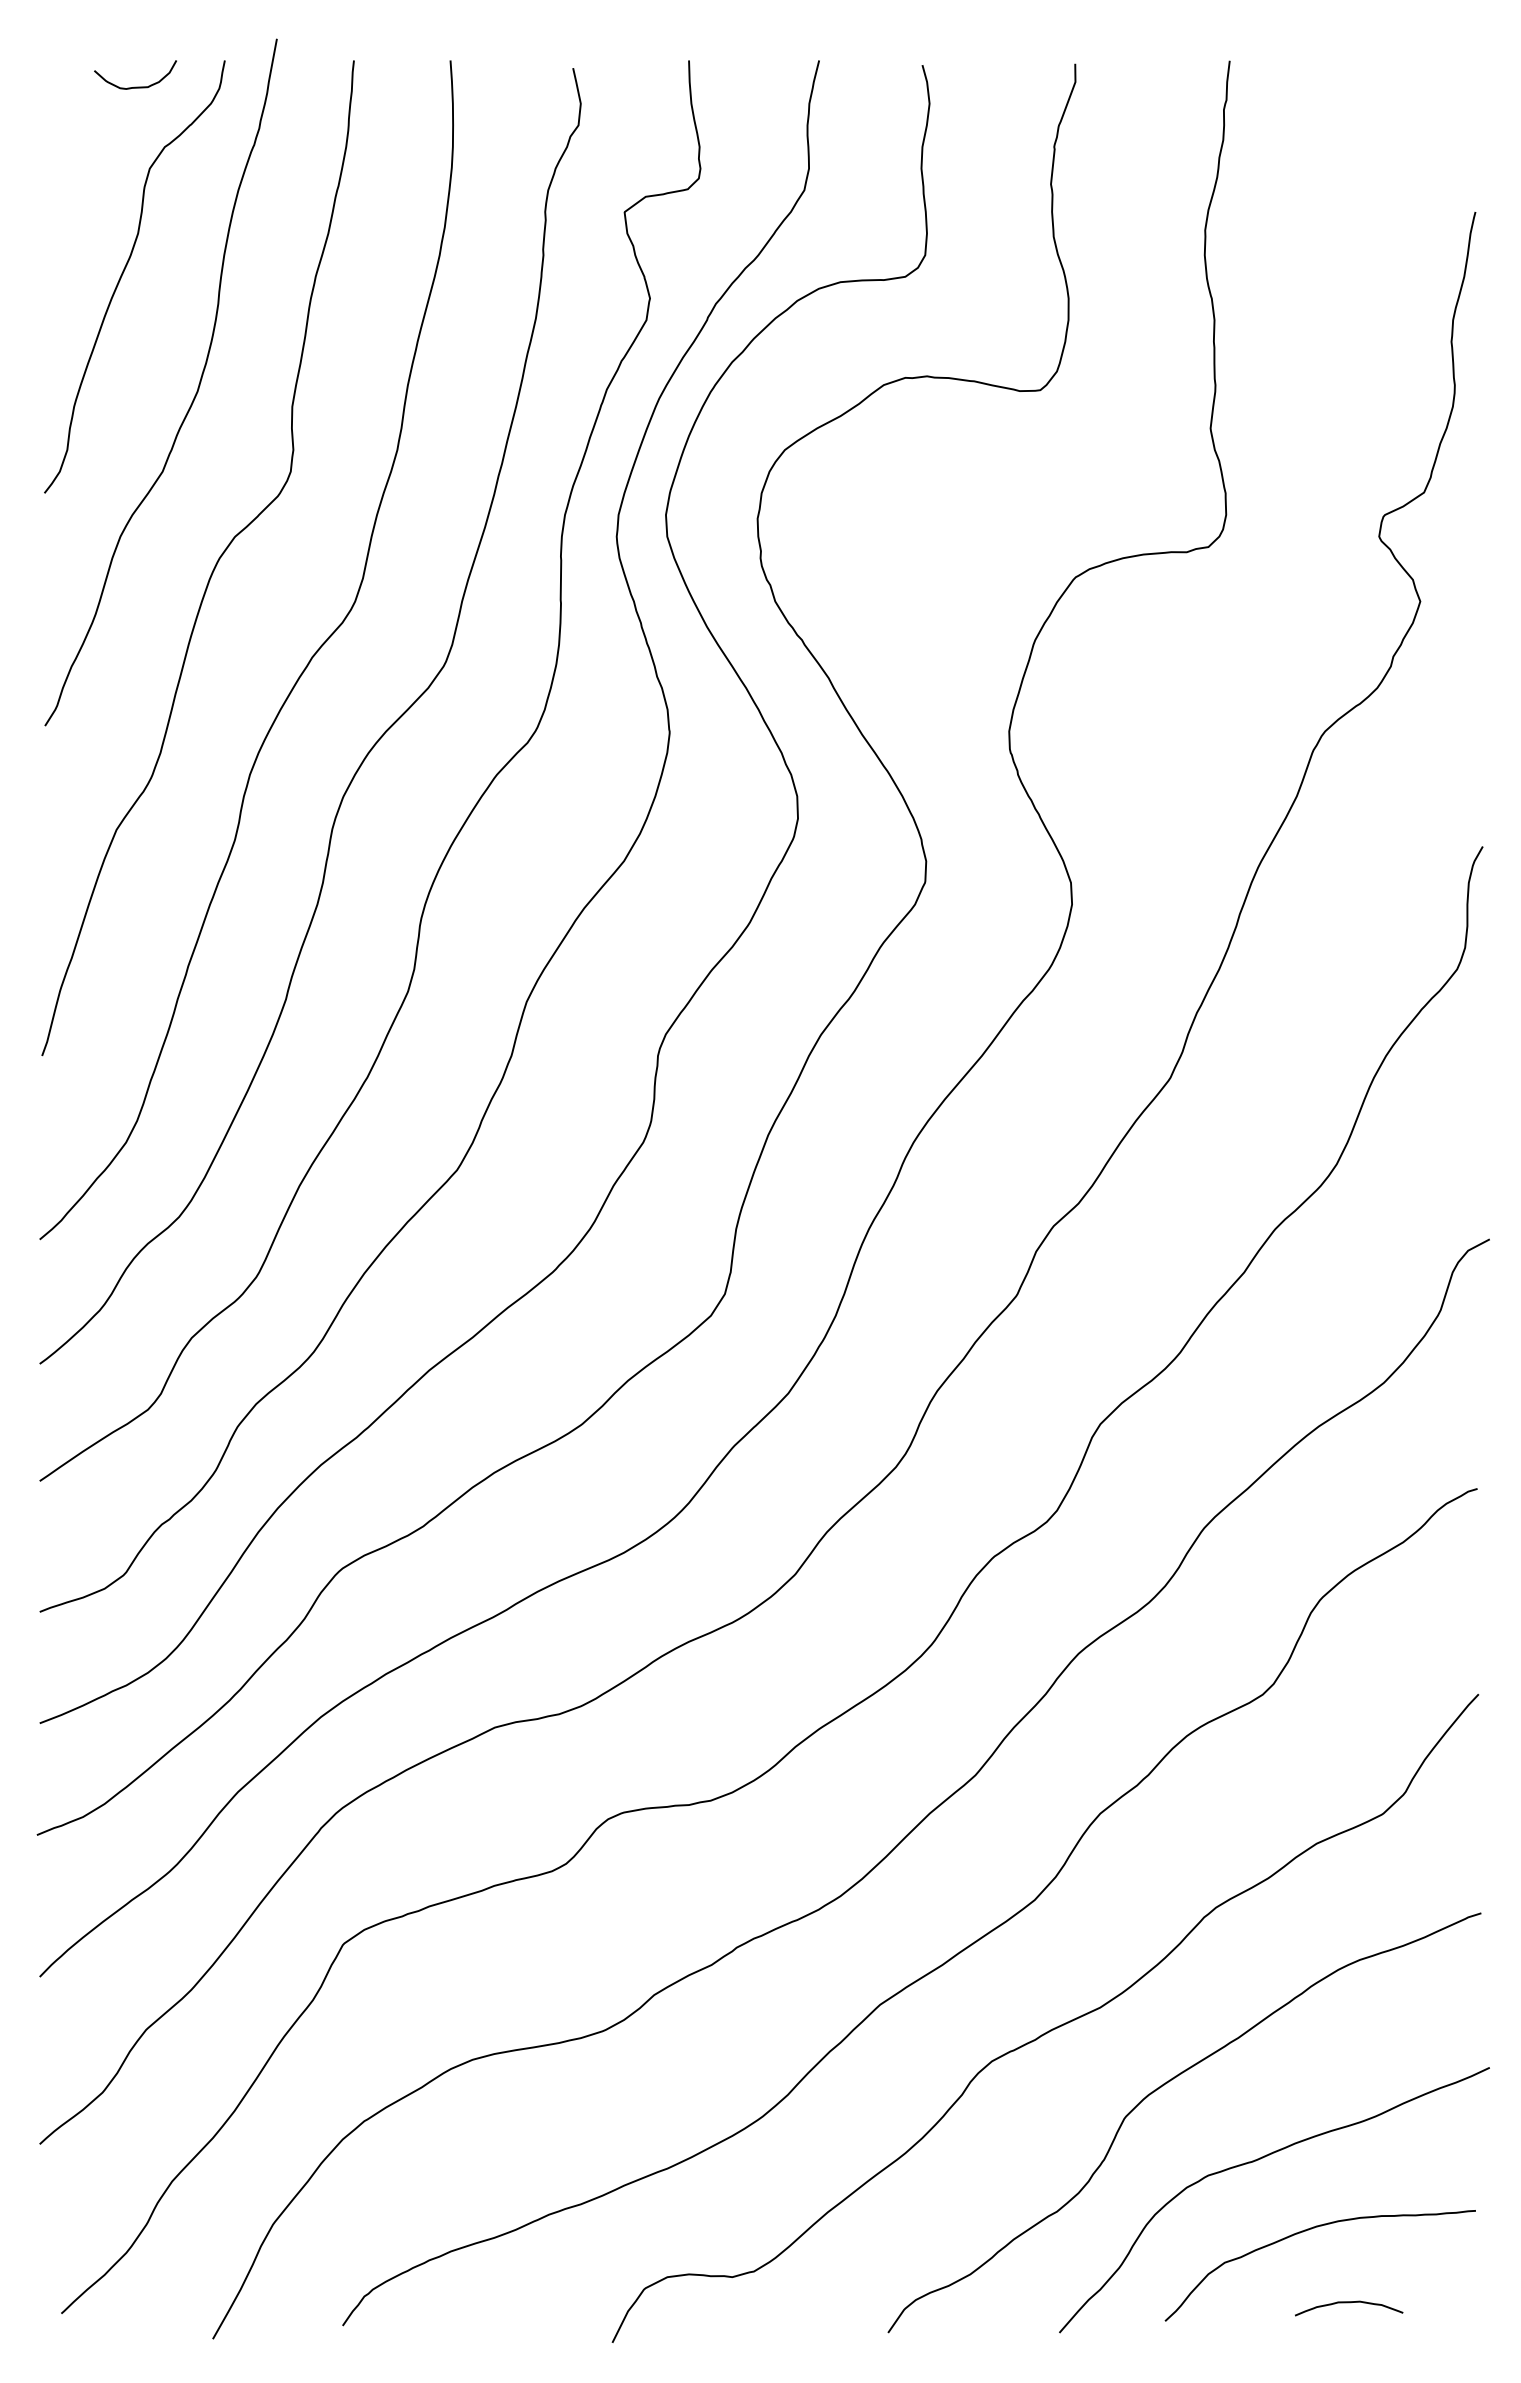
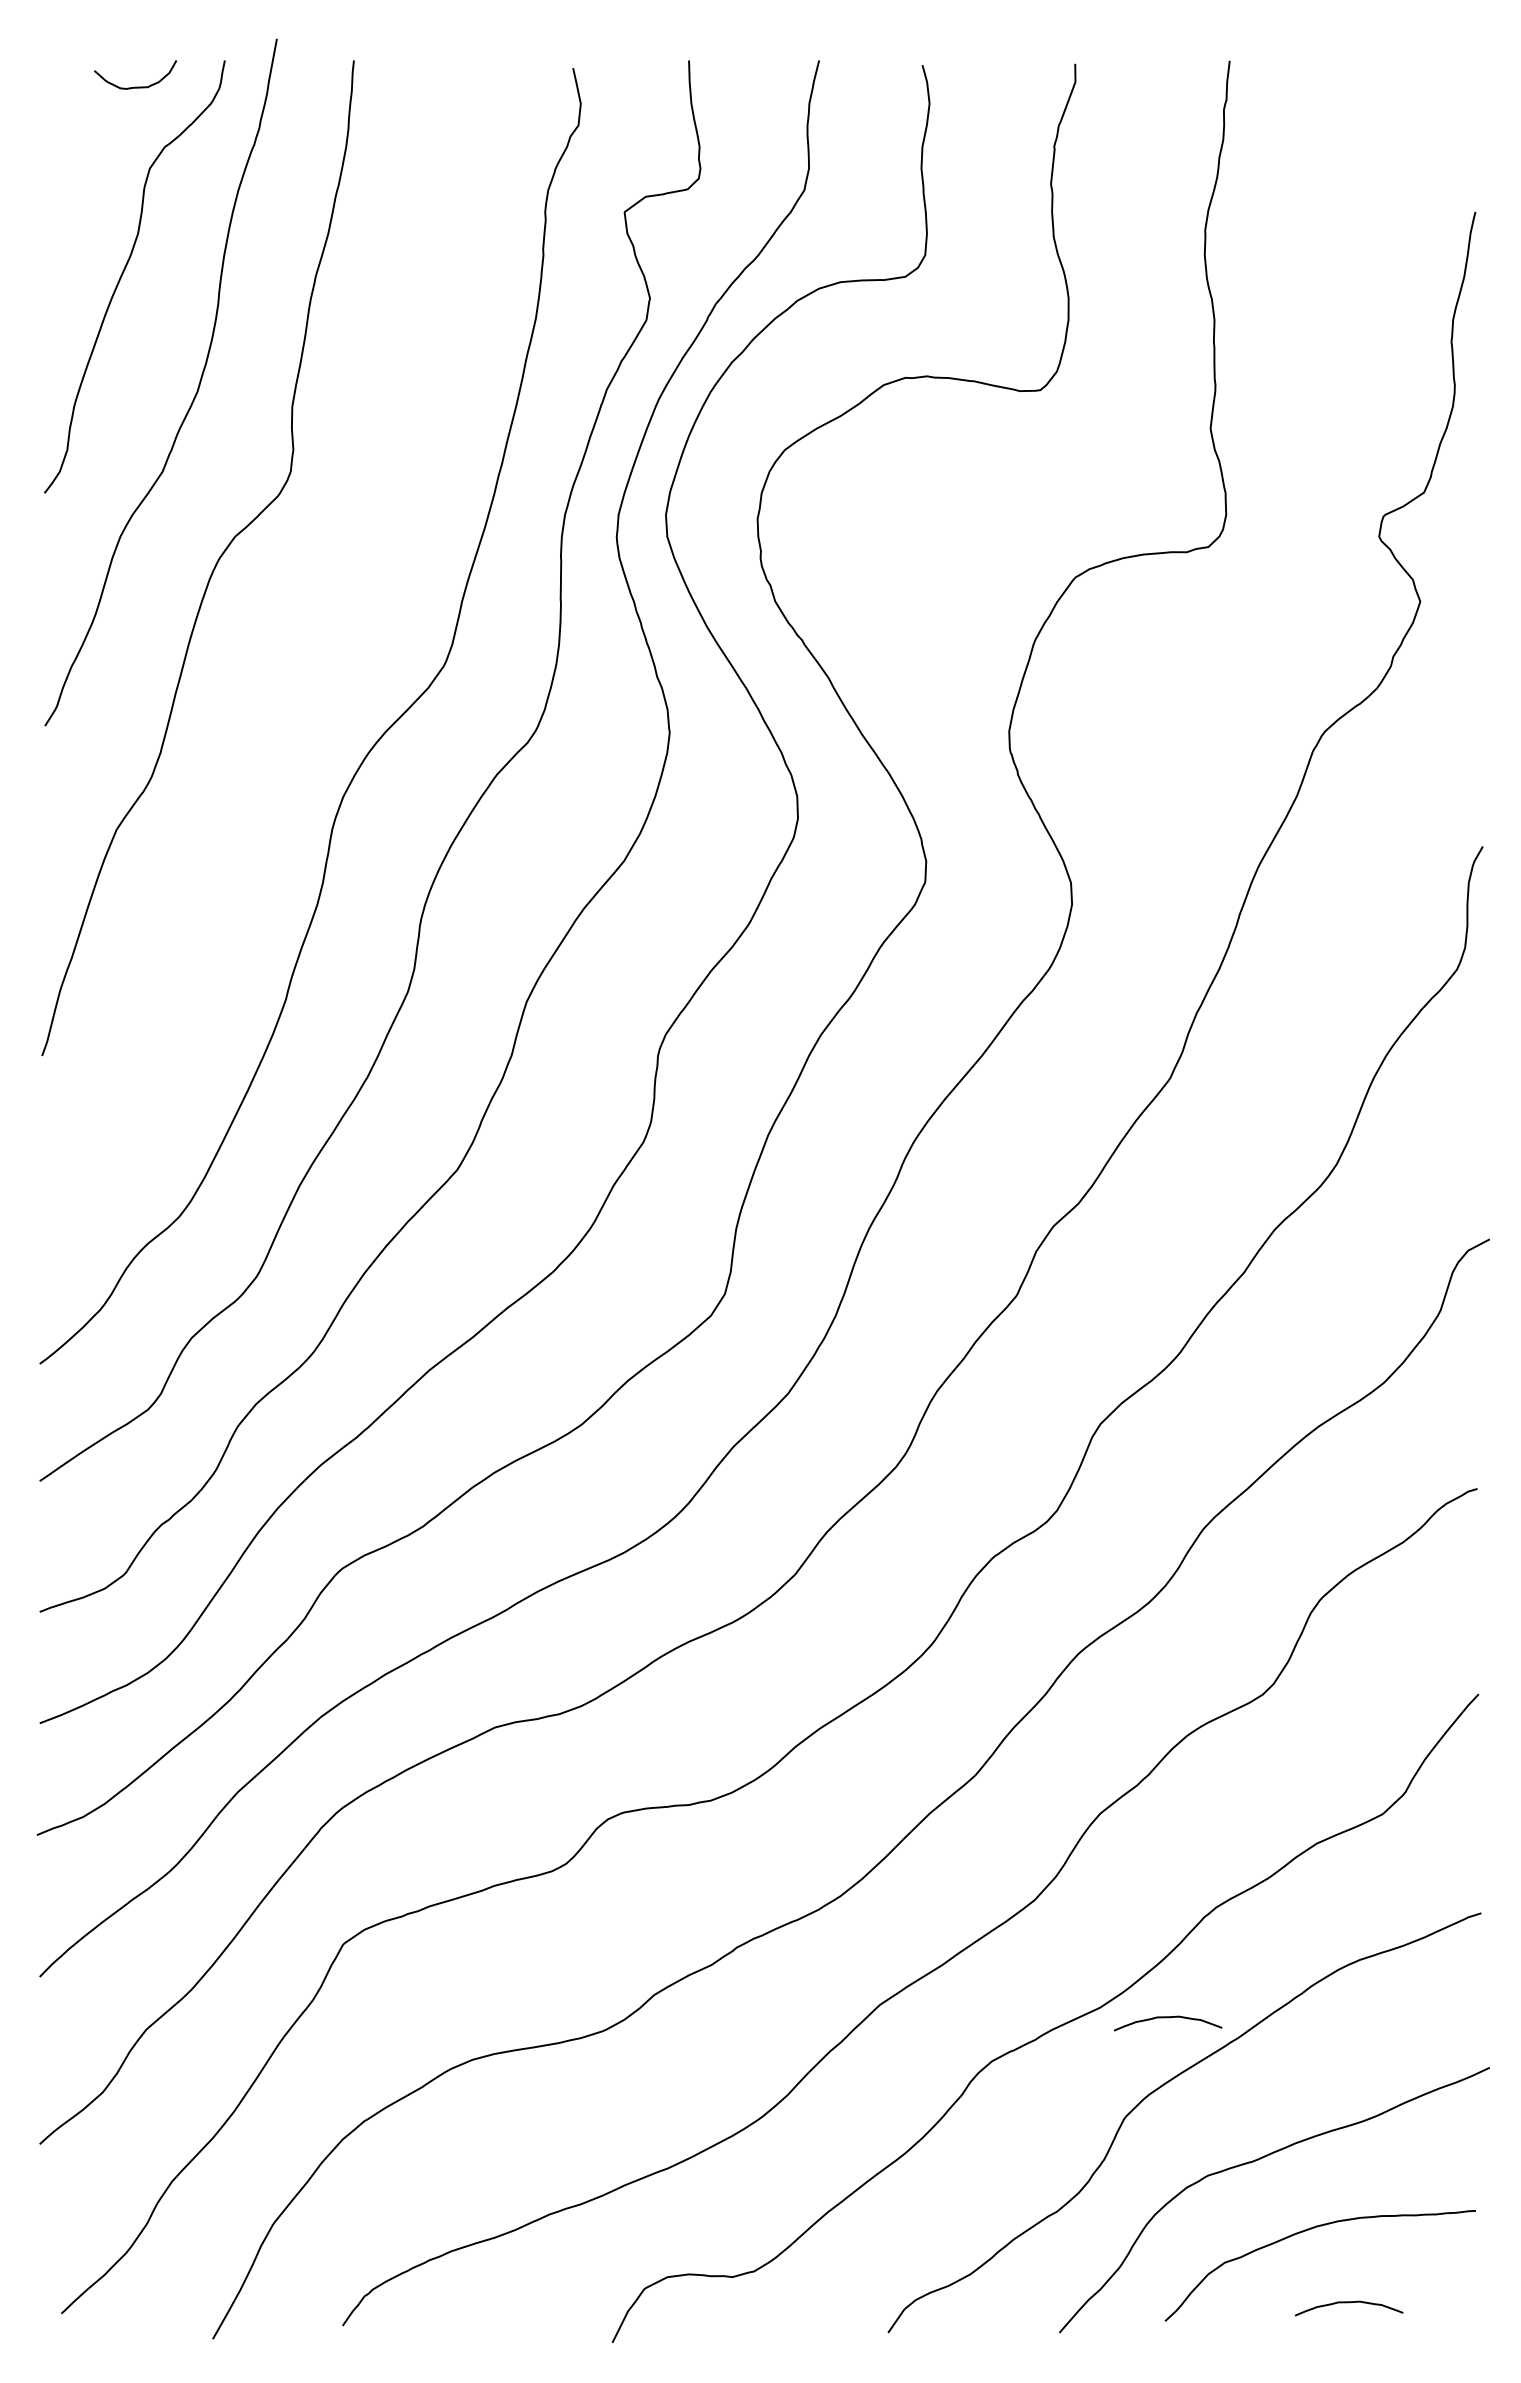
curve at (297, 678): present -> none
curve at (1168, 2018): none -> present
